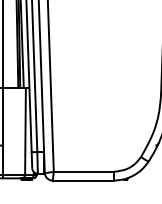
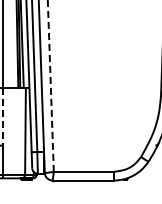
line at (50, 86): solid -> dashed
line at (3, 116): solid -> dashed
